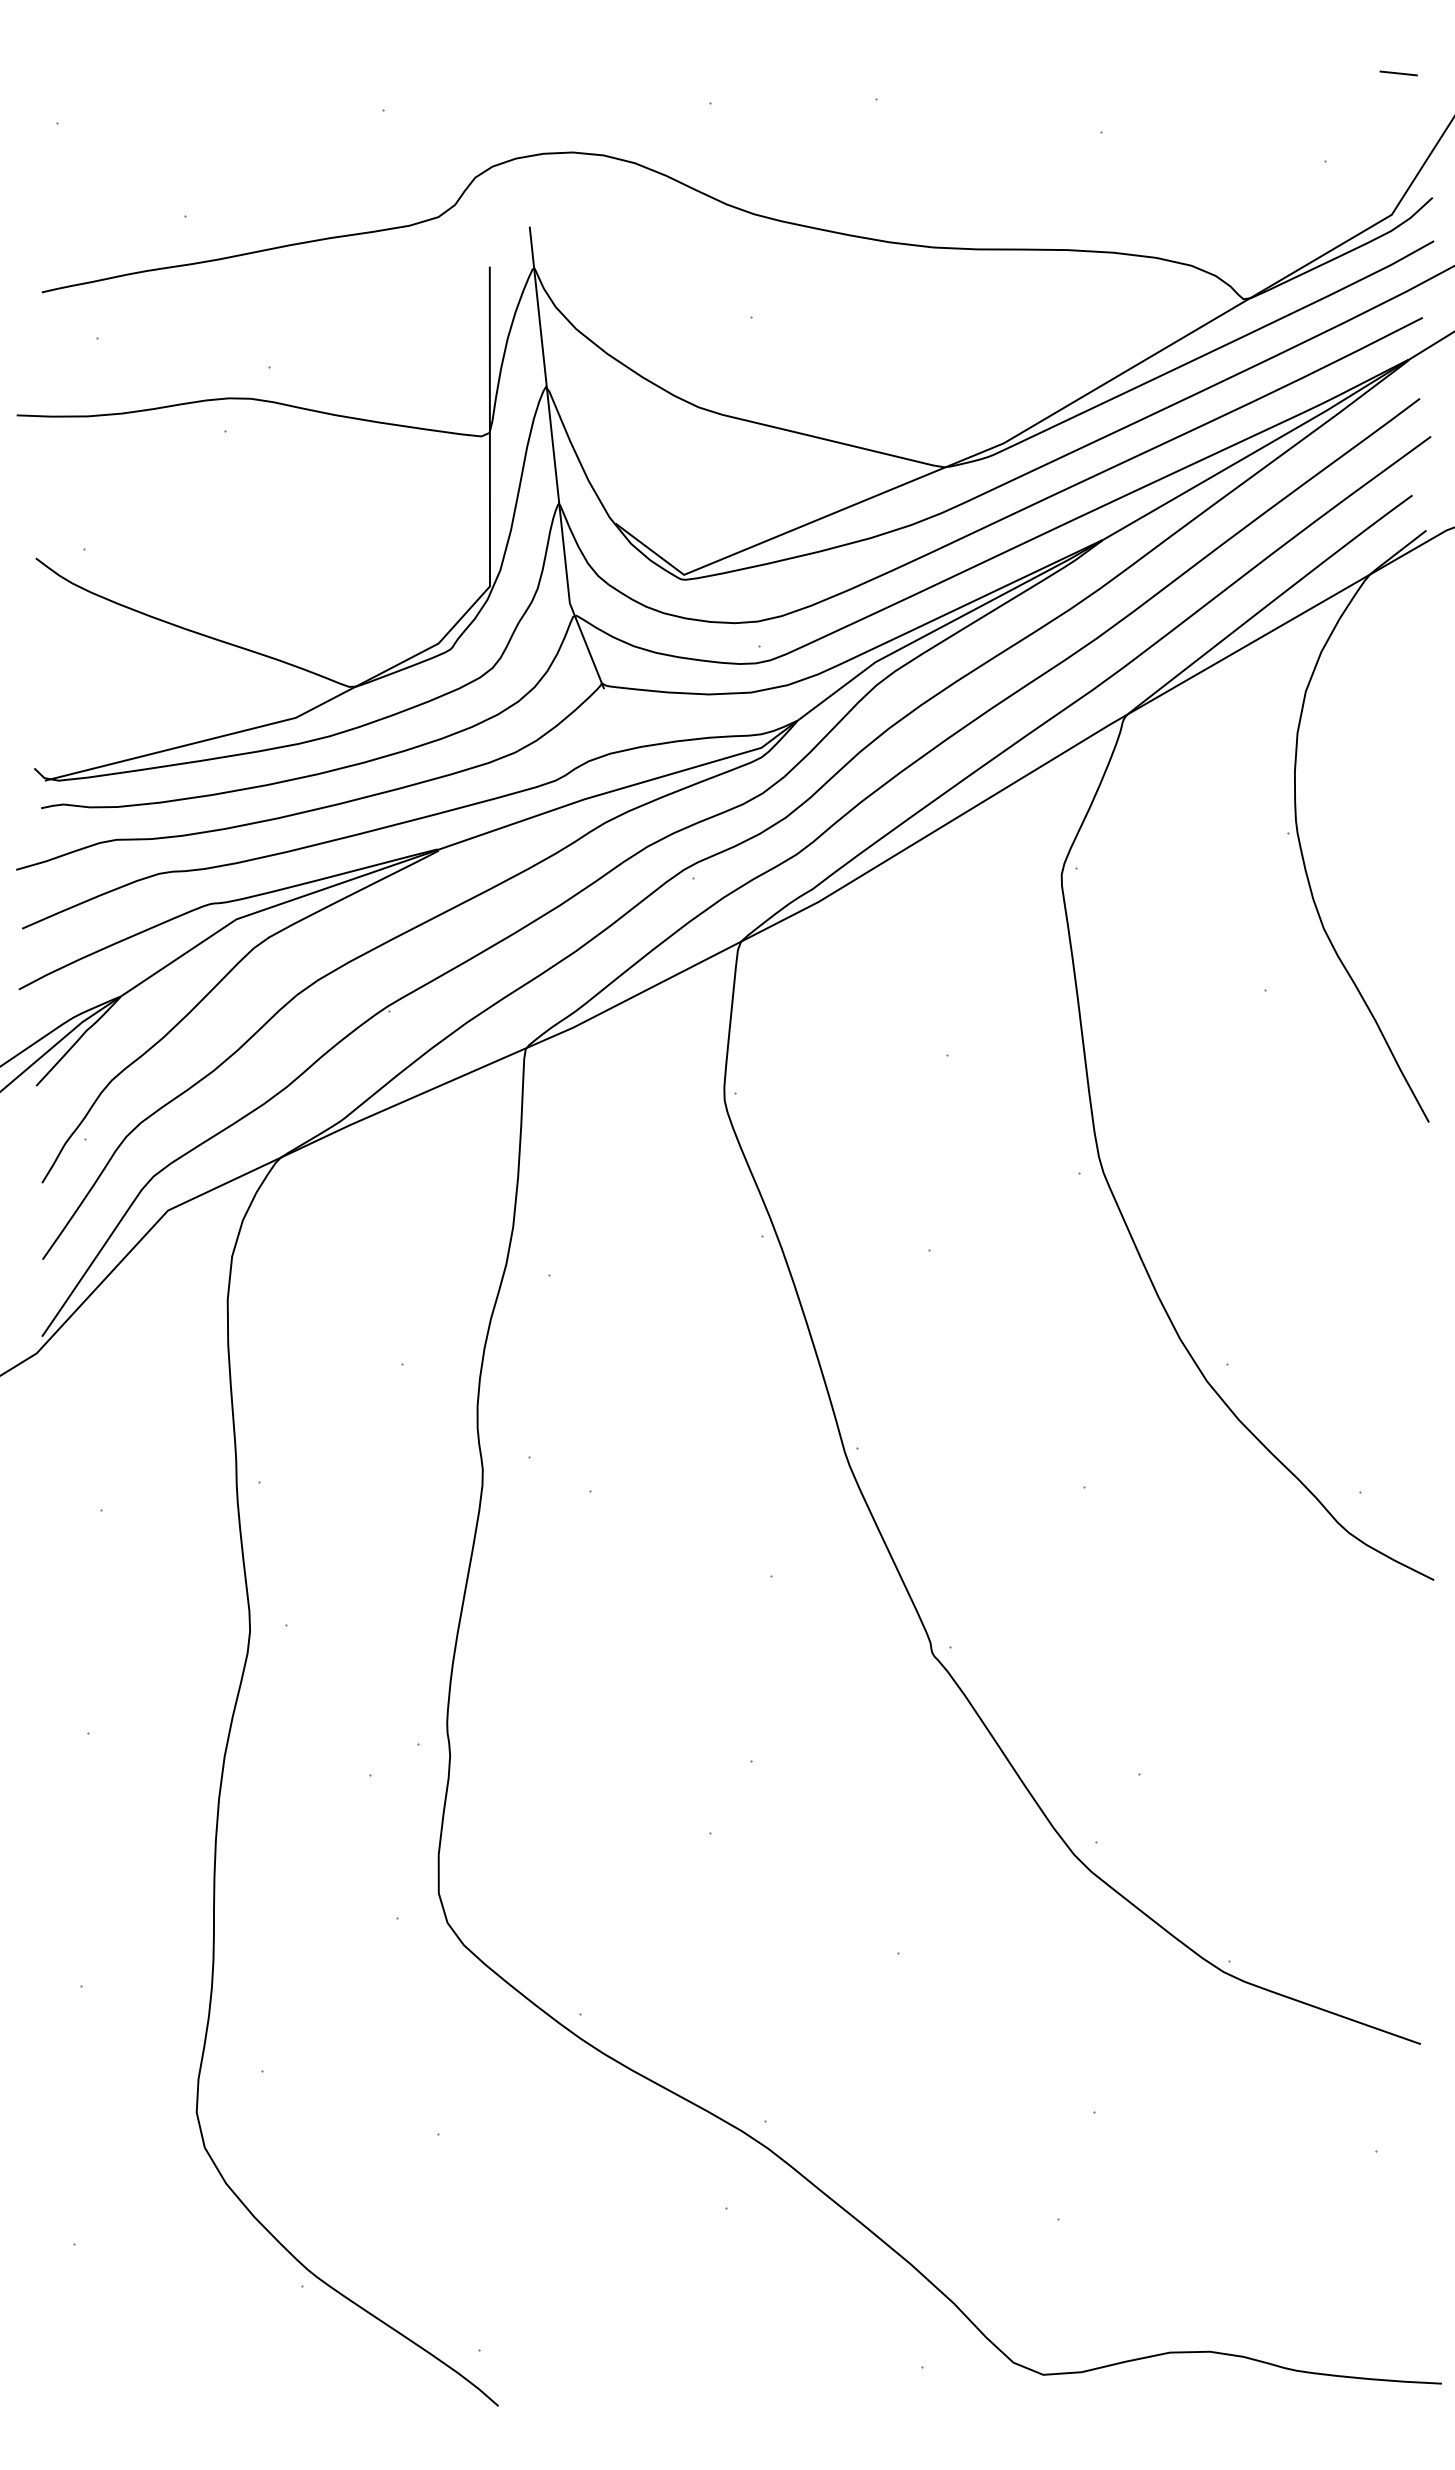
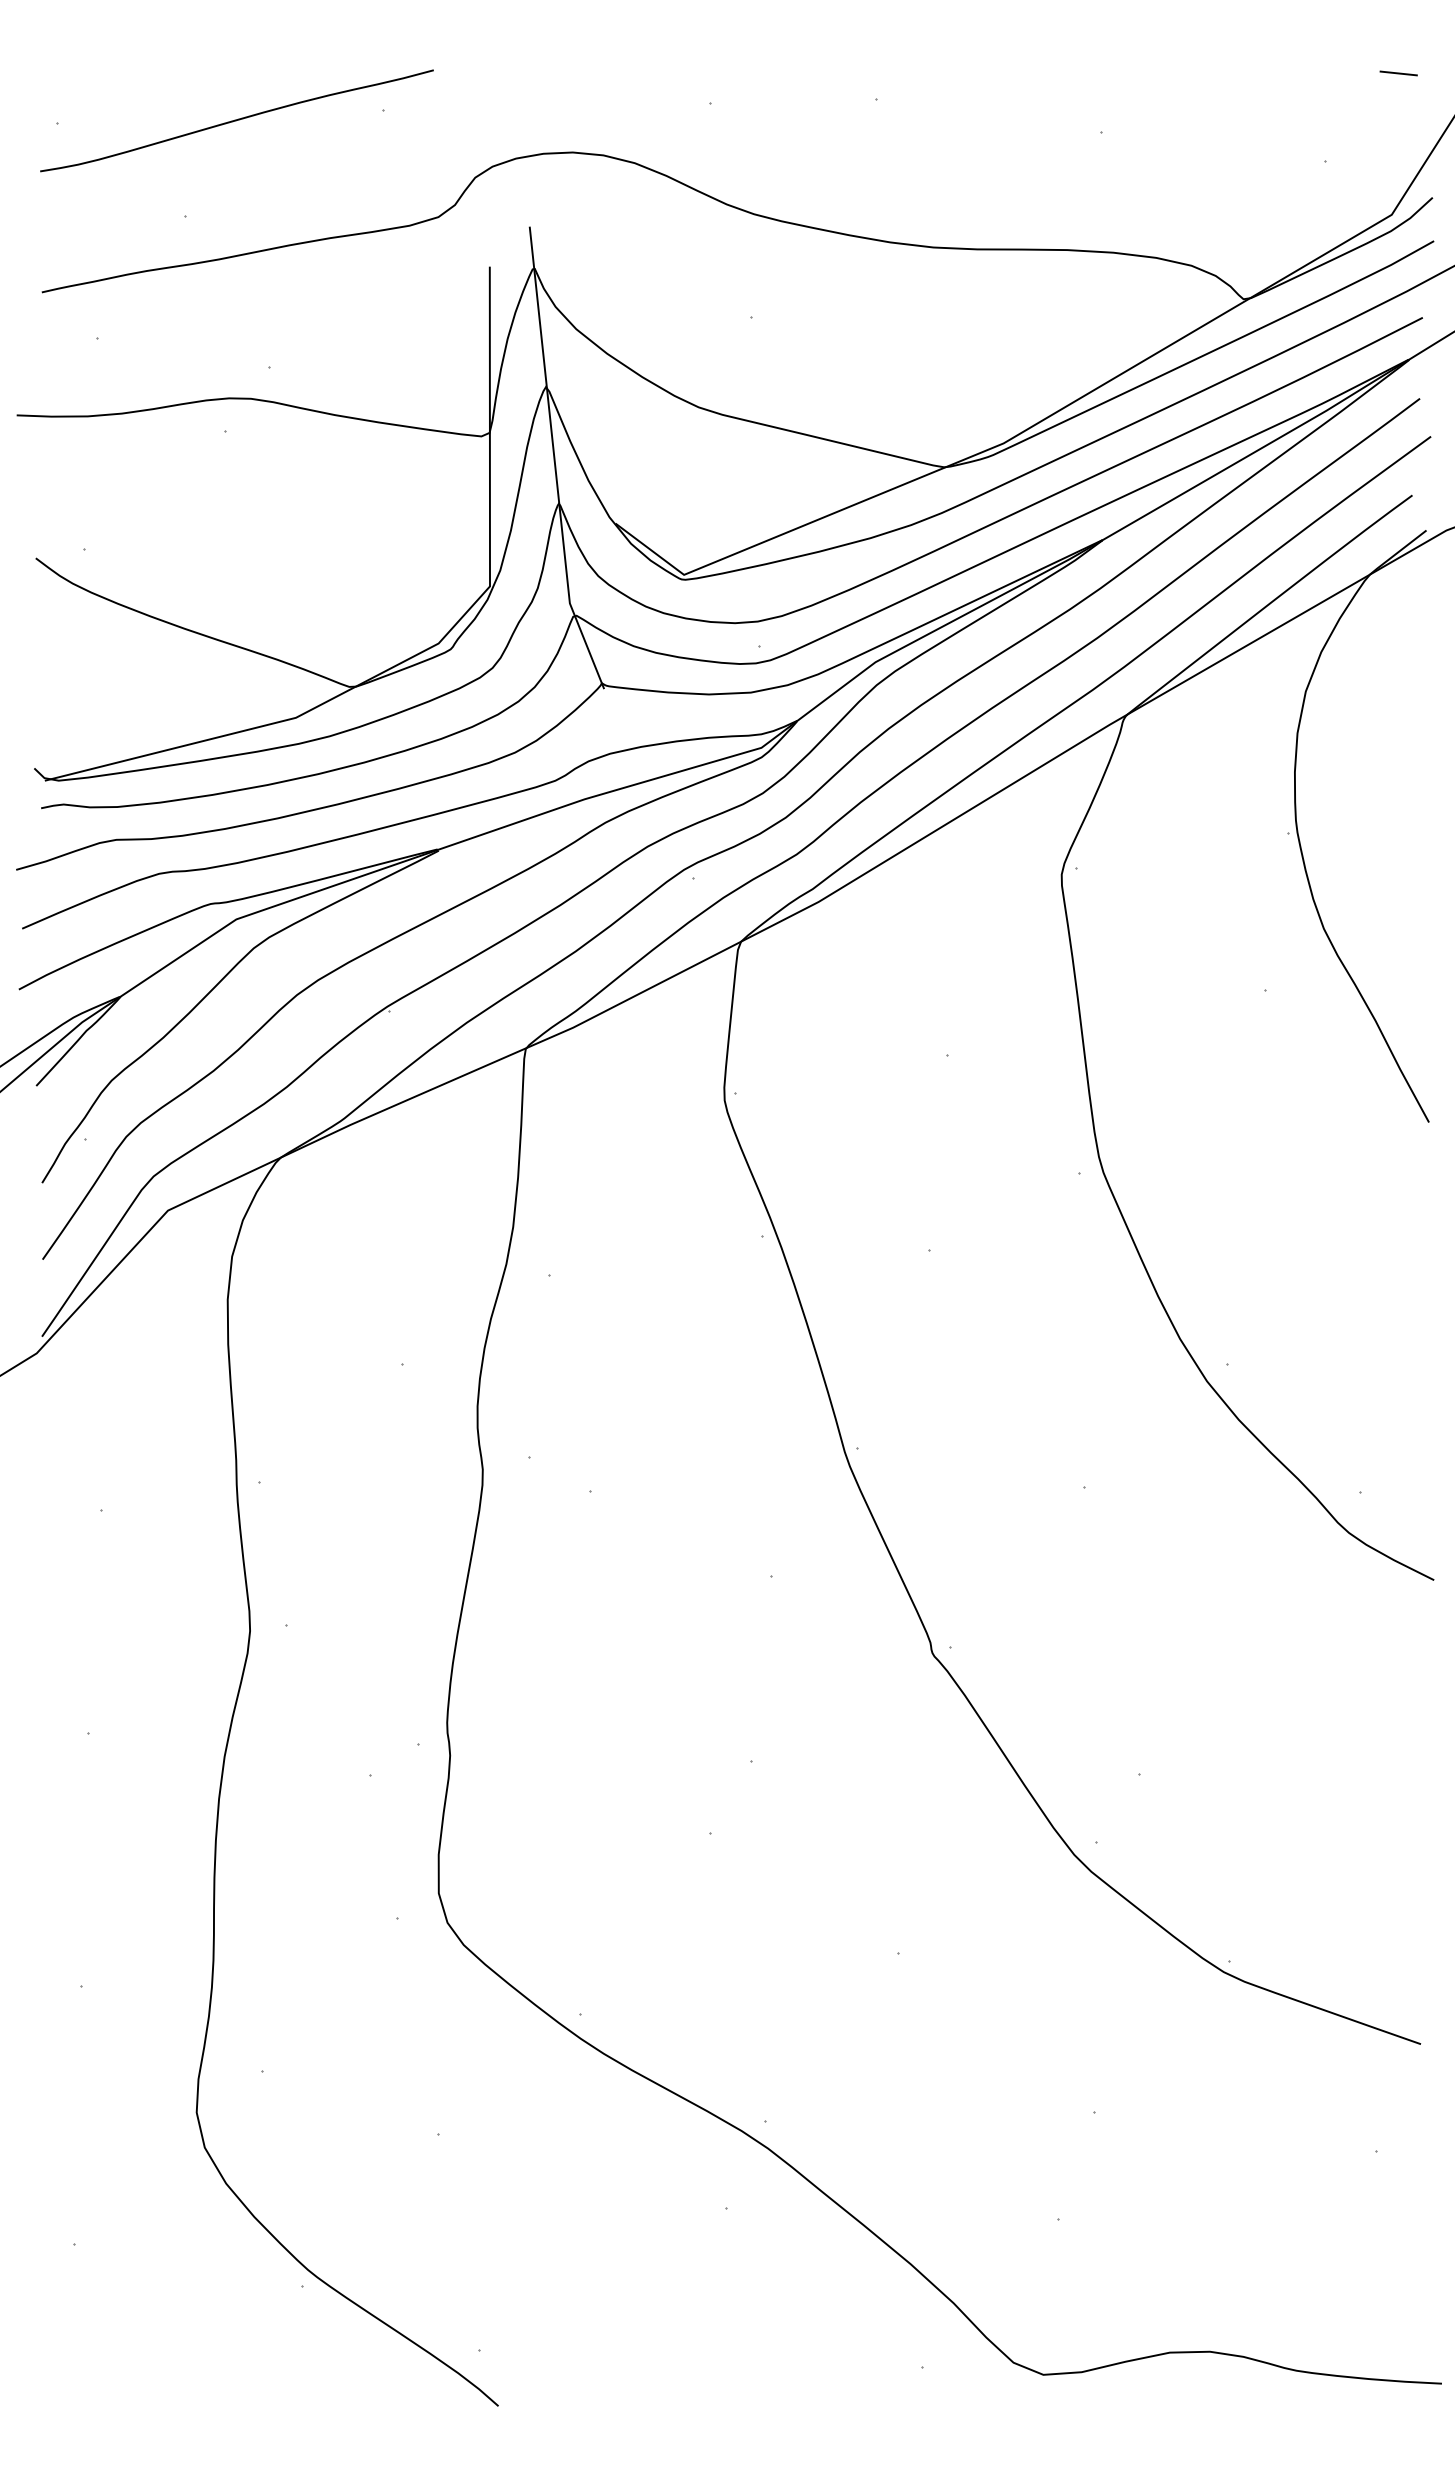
curve at (236, 120): none -> present
